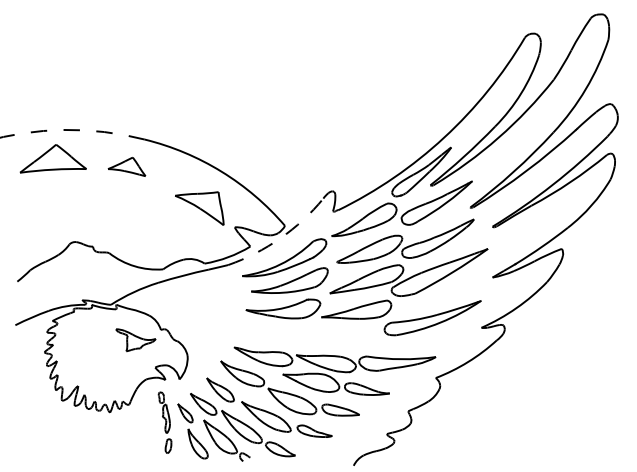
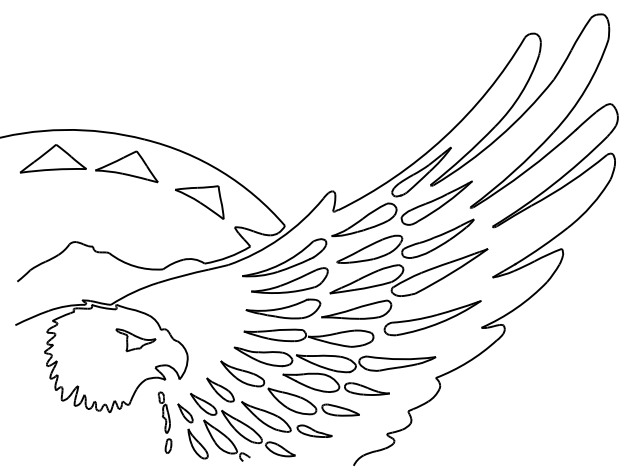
arc at (71, 130): dashed -> solid
part at (126, 166) size: 40x21 px -> 64x34 px
part at (199, 208) position: (199, 208) -> (199, 202)
arc at (280, 238): dashed -> solid
part at (308, 337): none -> present
